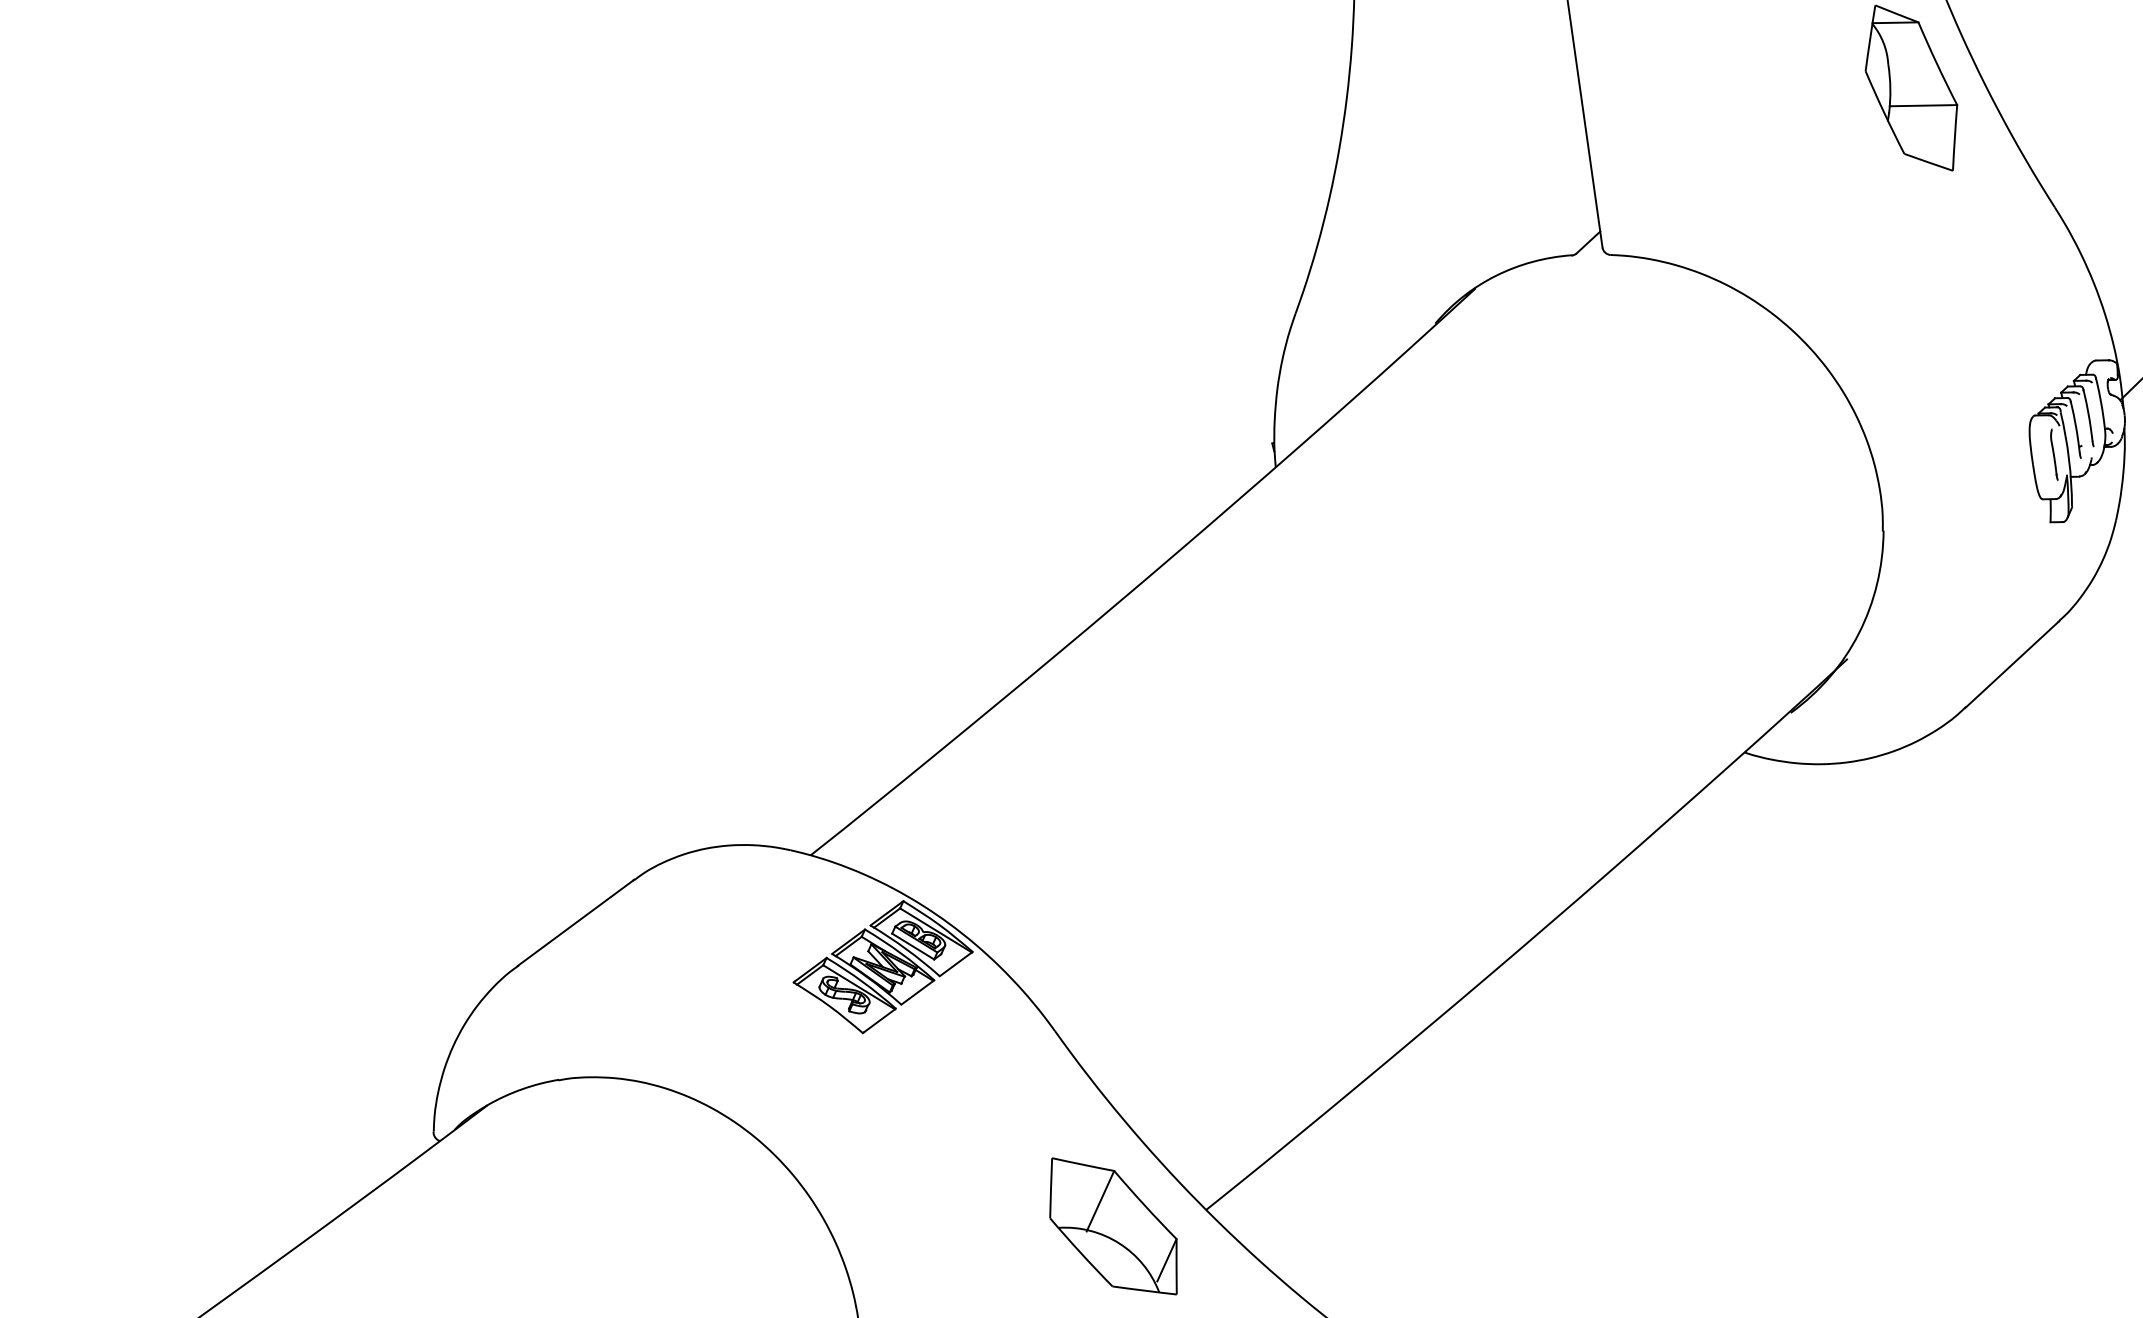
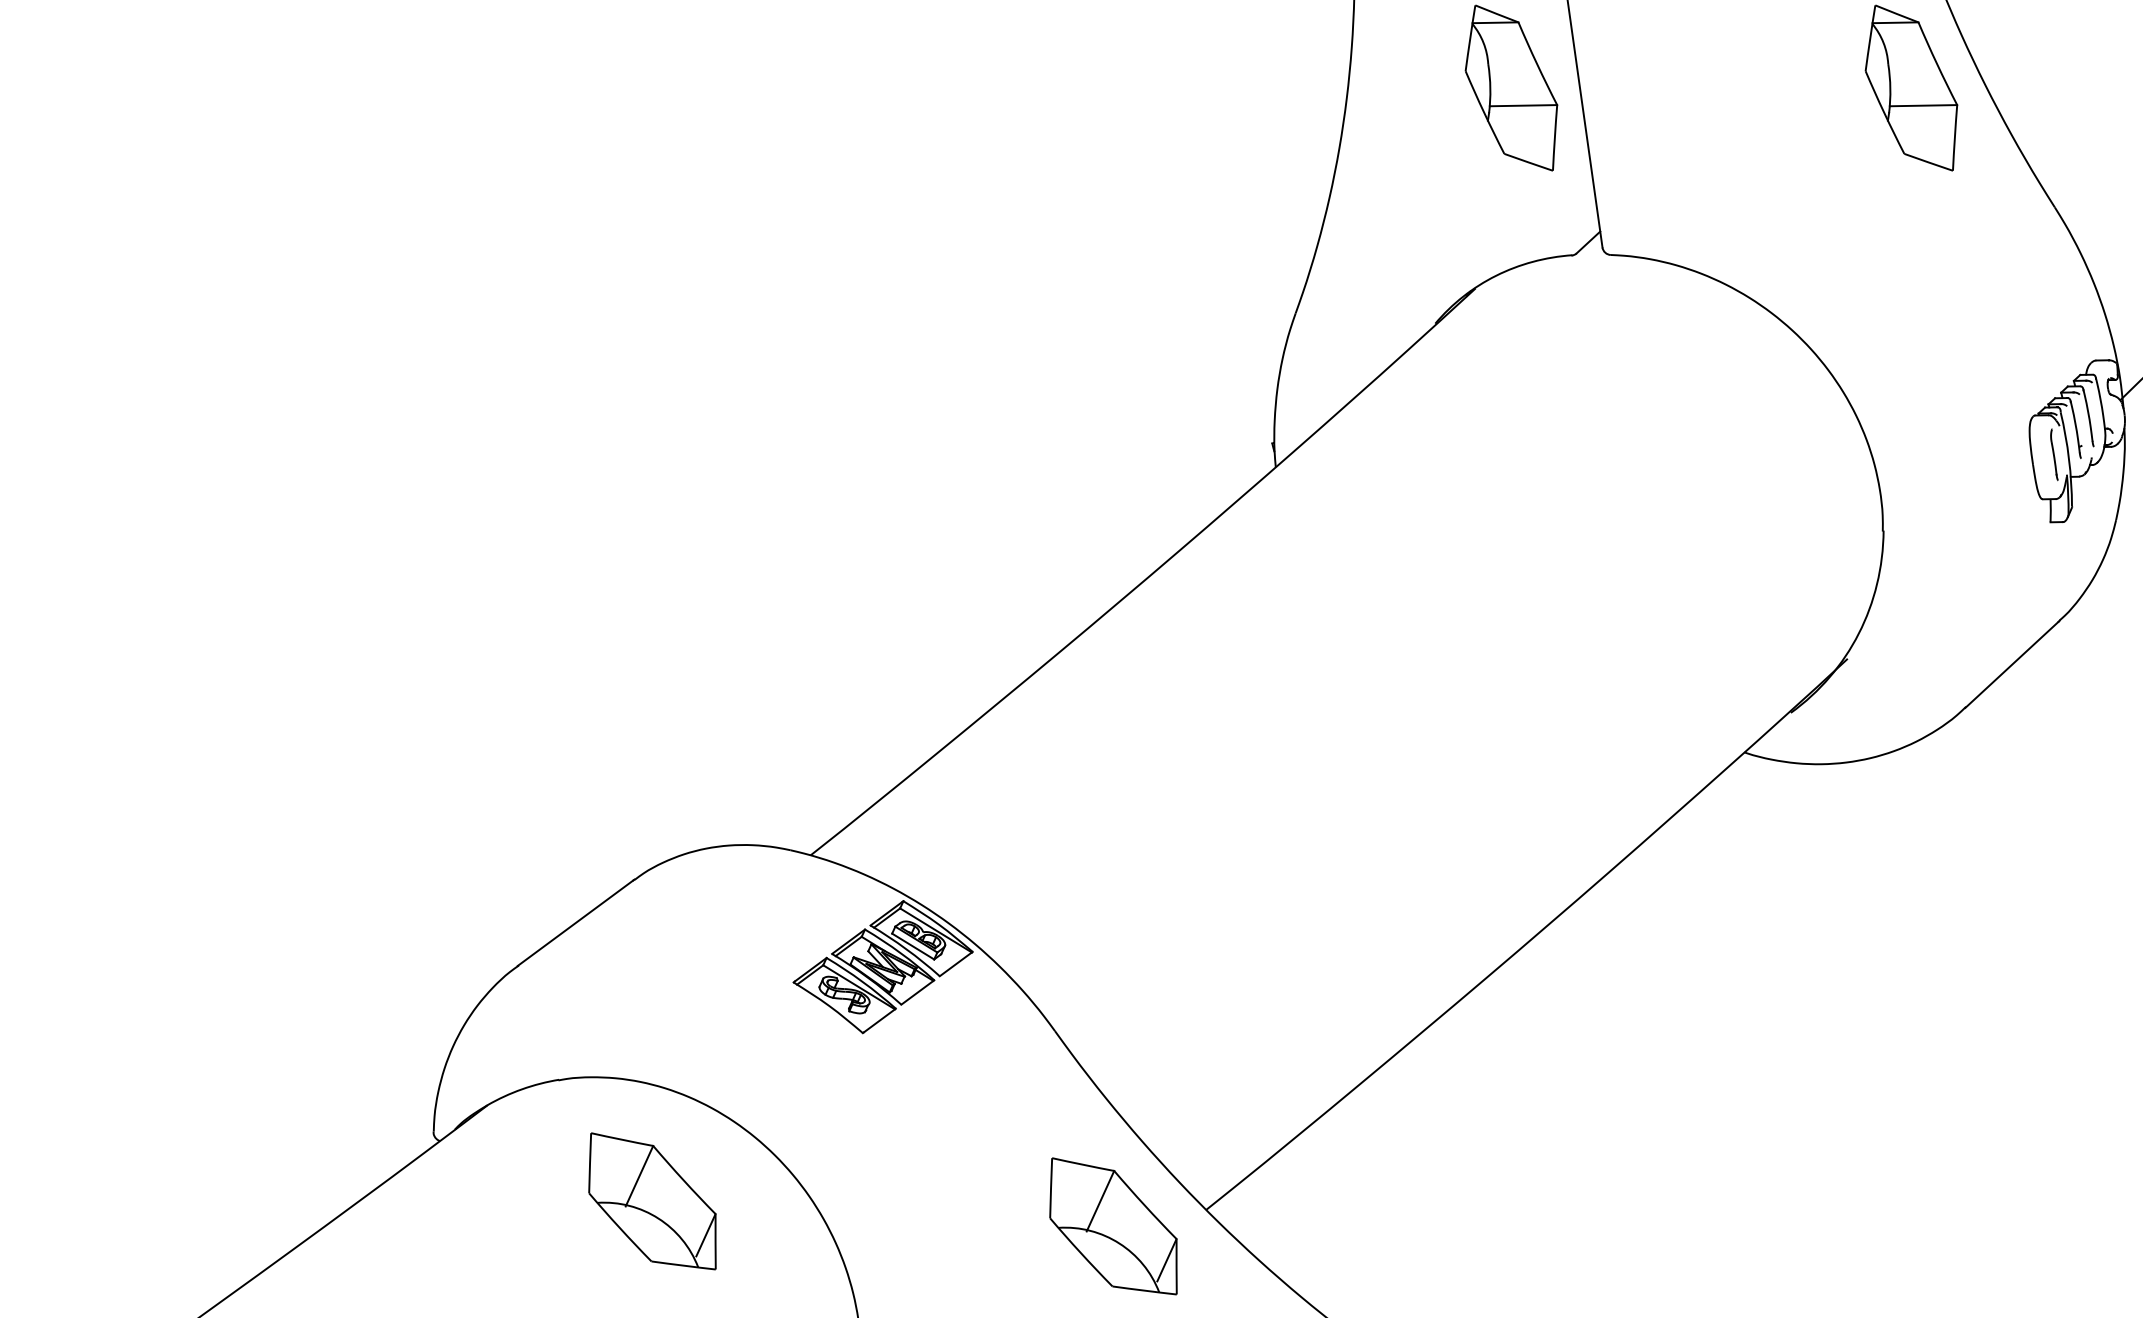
part at (1511, 87): none -> present
part at (652, 1201): none -> present
